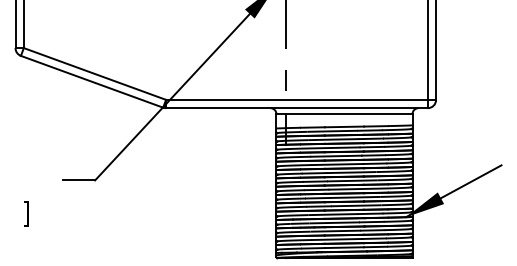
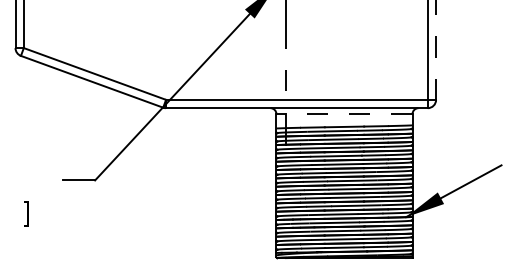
line at (436, 49): solid -> dashed
line at (344, 114): solid -> dashed
